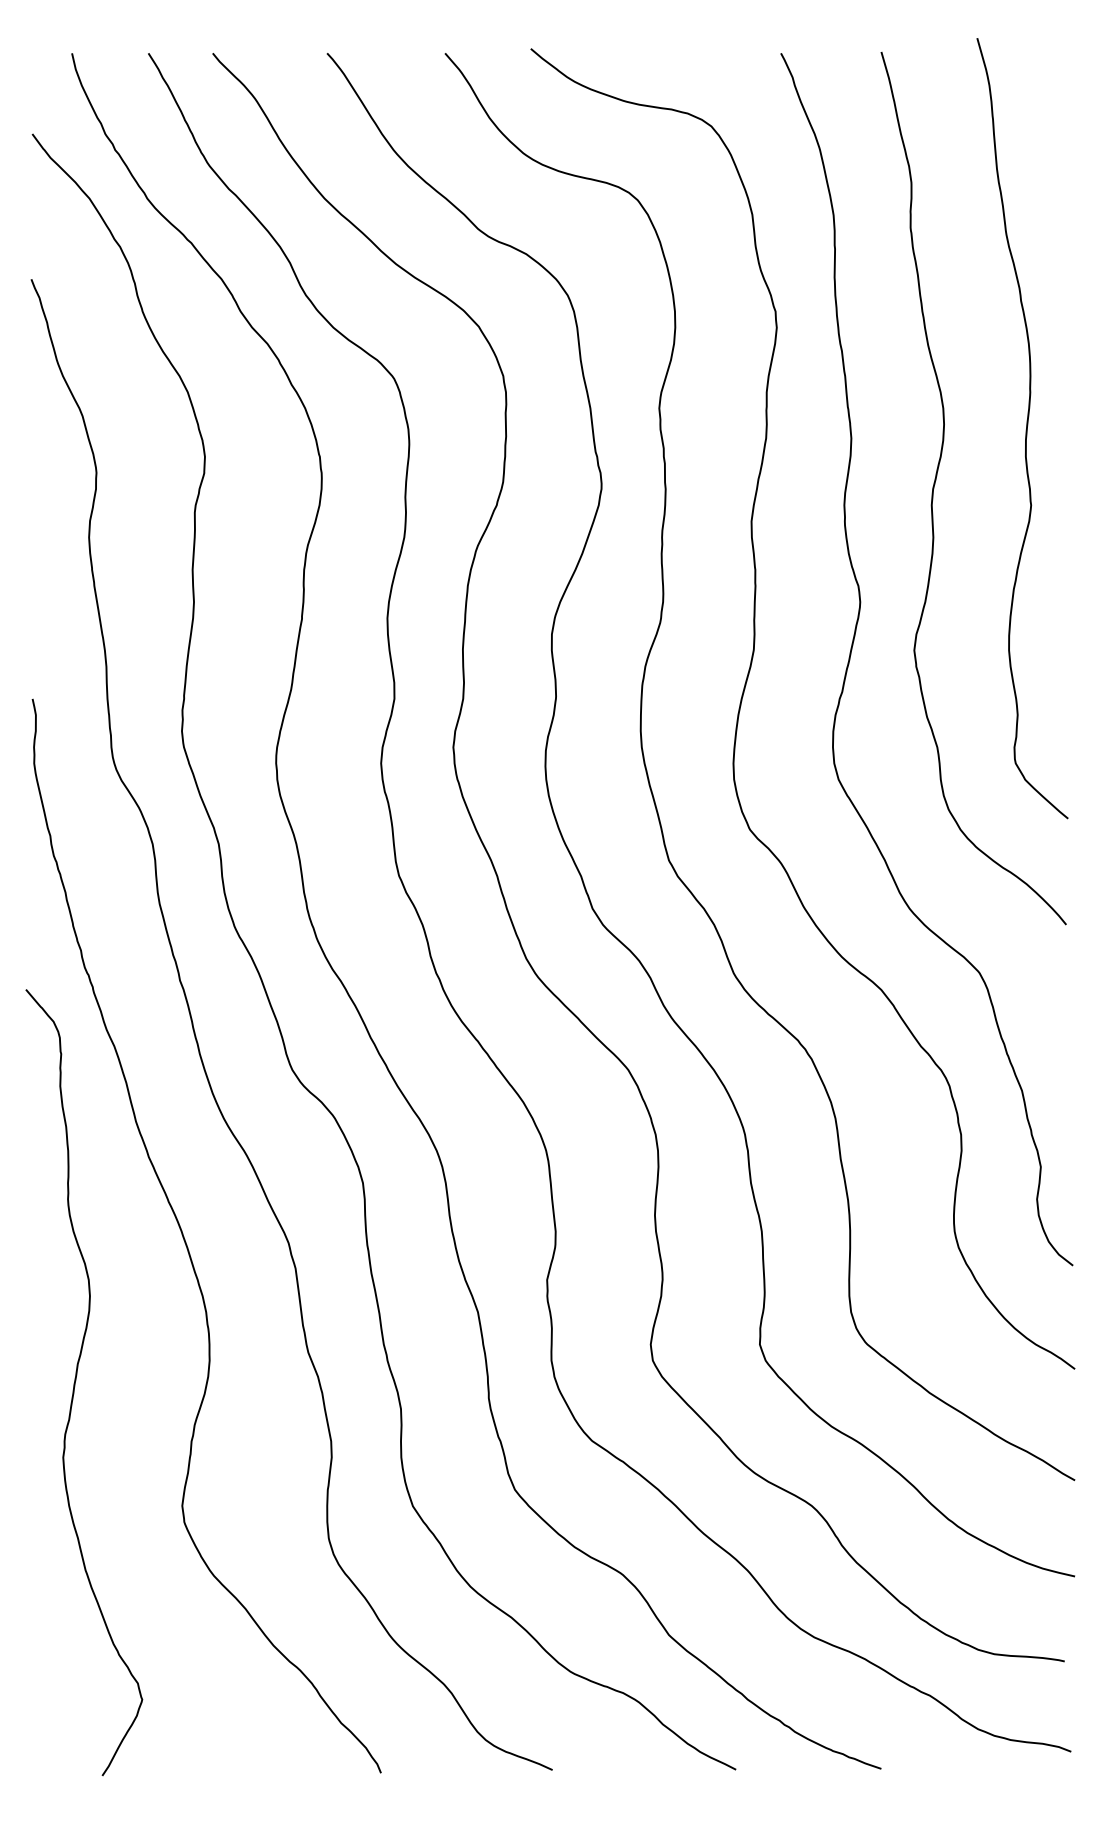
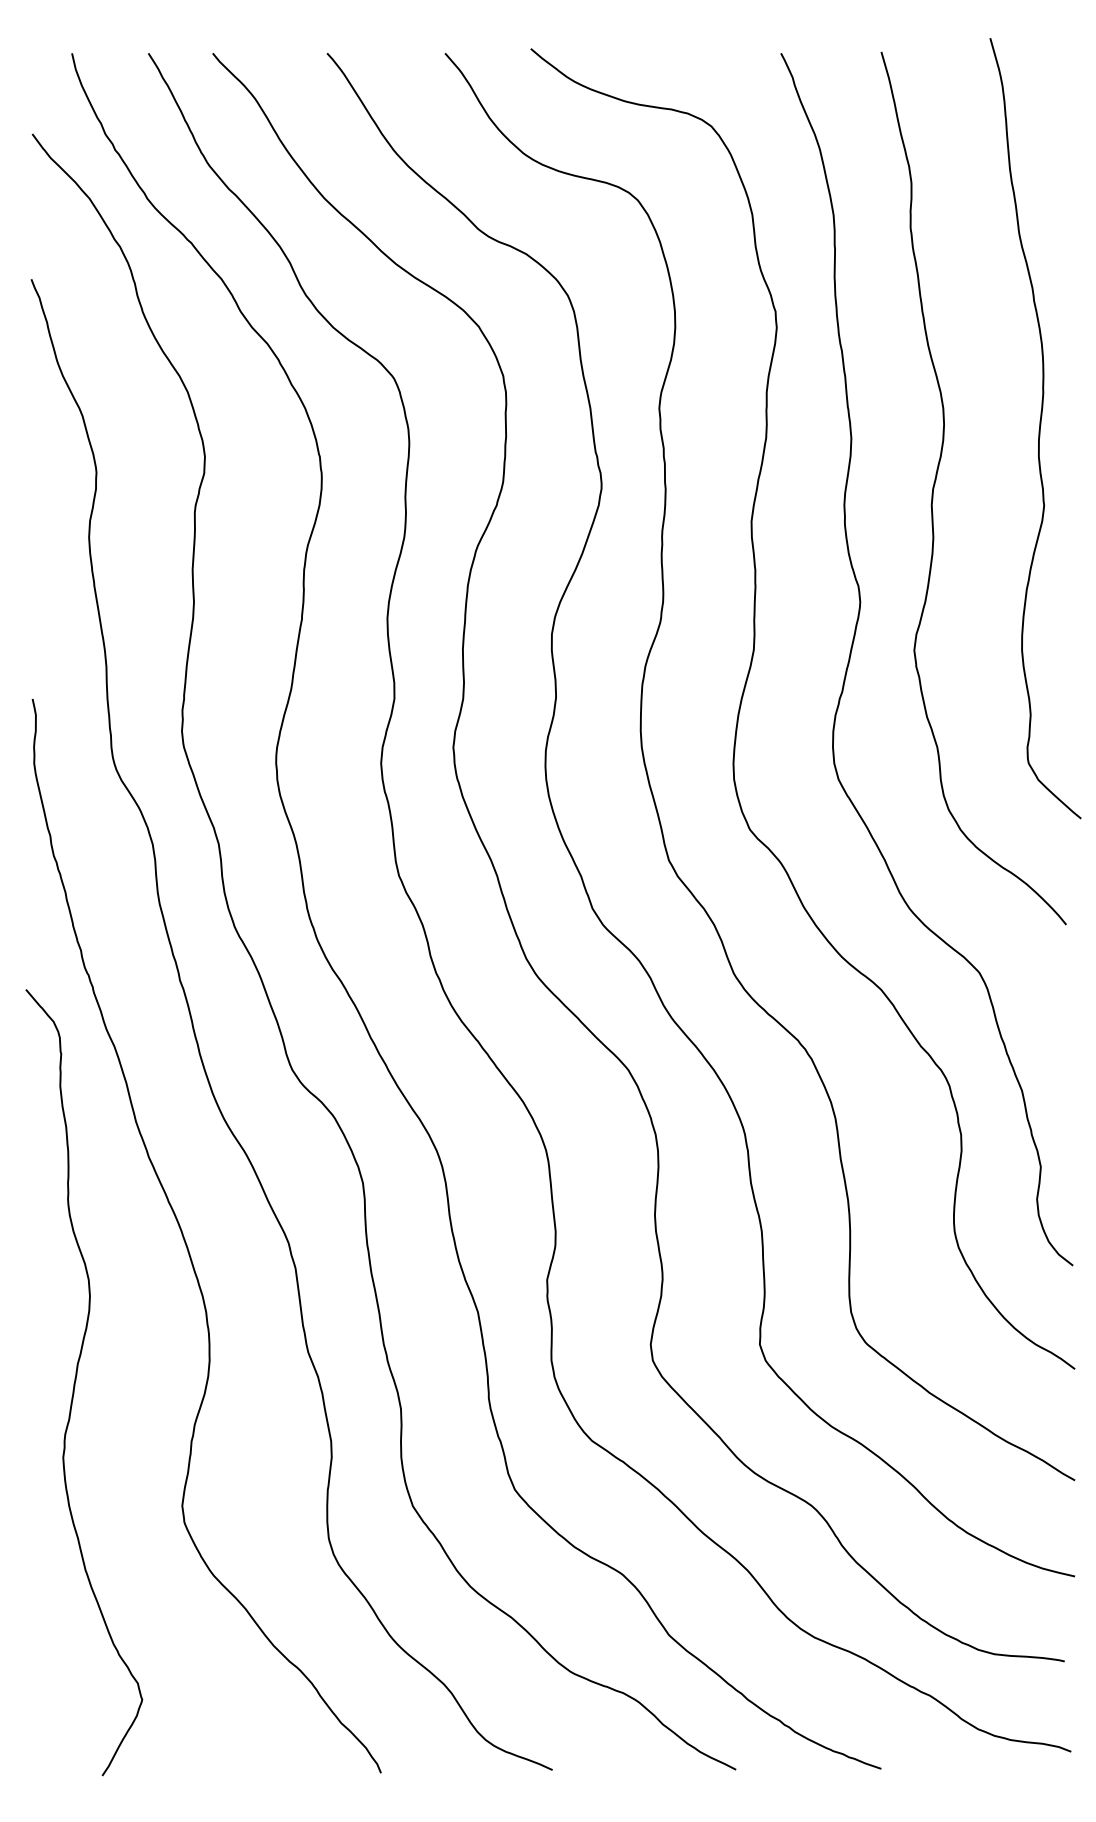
curve at (1025, 430) position: (1025, 430) -> (1038, 430)
